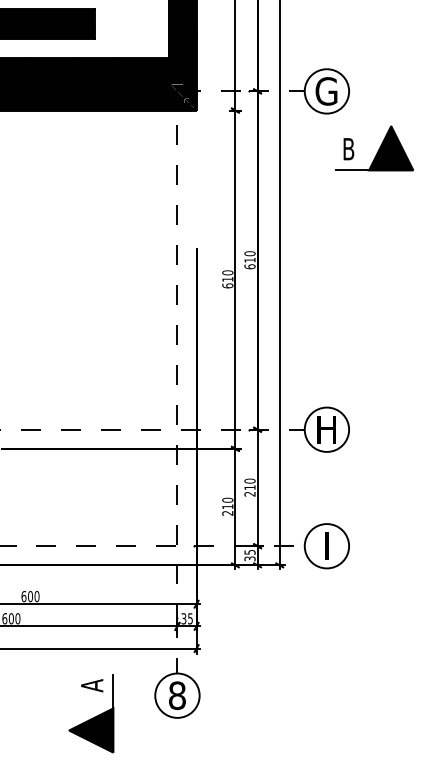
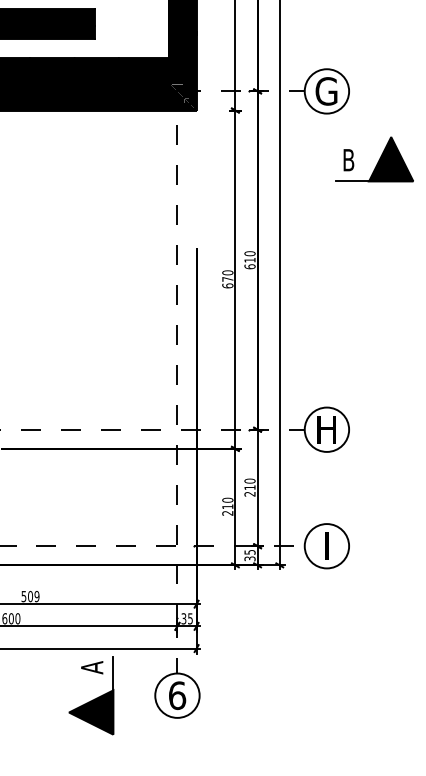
part at (374, 148) position: (374, 148) -> (374, 159)
text at (227, 279): 610 -> 670
text at (30, 596): 600 -> 509
text at (177, 695): 8 -> 6
part at (91, 713) position: (91, 713) -> (91, 695)
